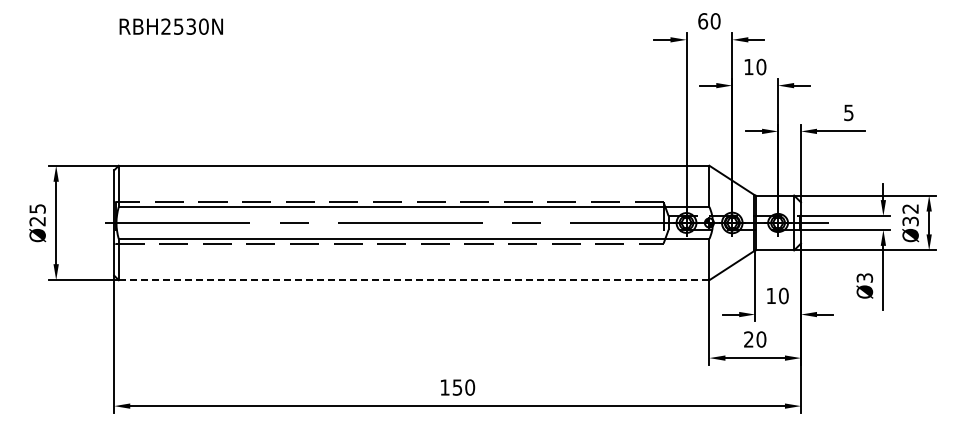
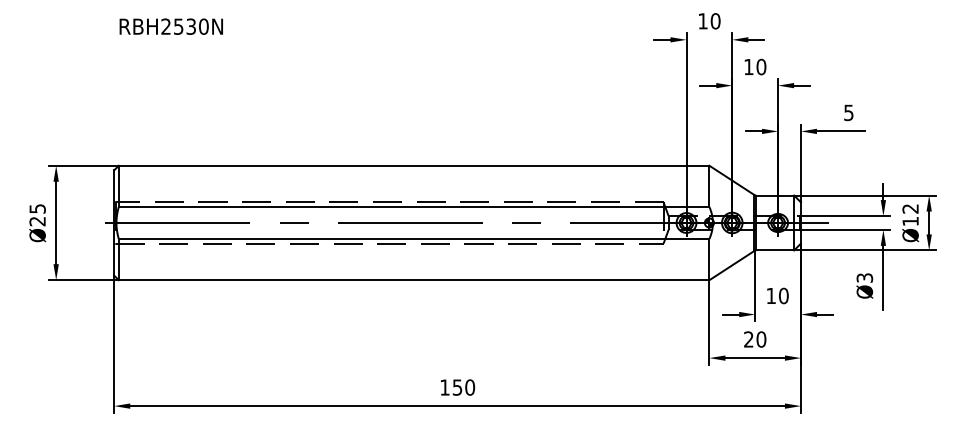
text at (703, 21): 60 -> 10
text at (910, 221): Ø32 -> Ø12
line at (413, 280): dashed -> solid
